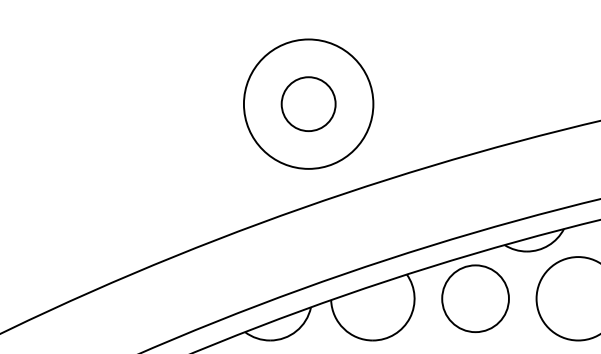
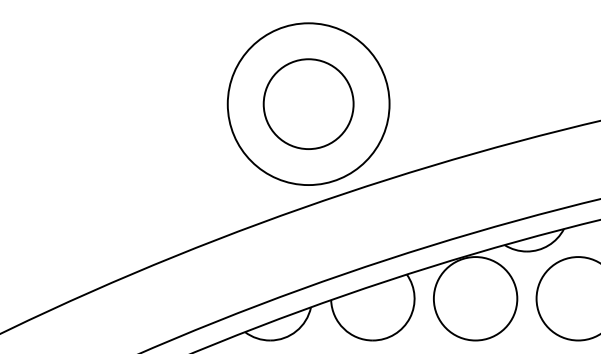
circle at (308, 103) diameter: 129 px -> 162 px
circle at (308, 104) diameter: 54 px -> 90 px
circle at (475, 298) diameter: 67 px -> 83 px
